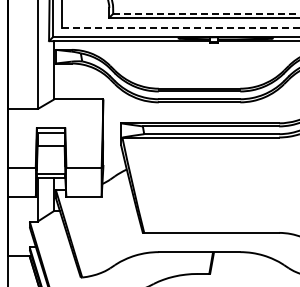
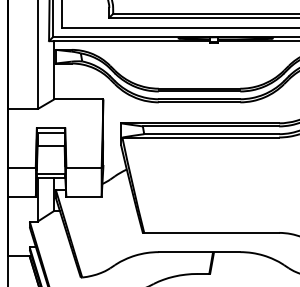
line at (206, 13): dashed -> solid
line at (180, 28): dashed -> solid
